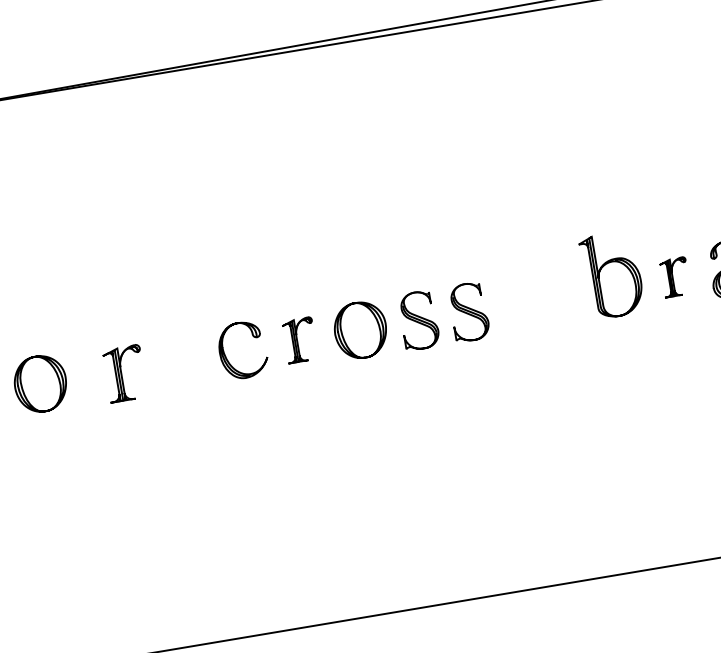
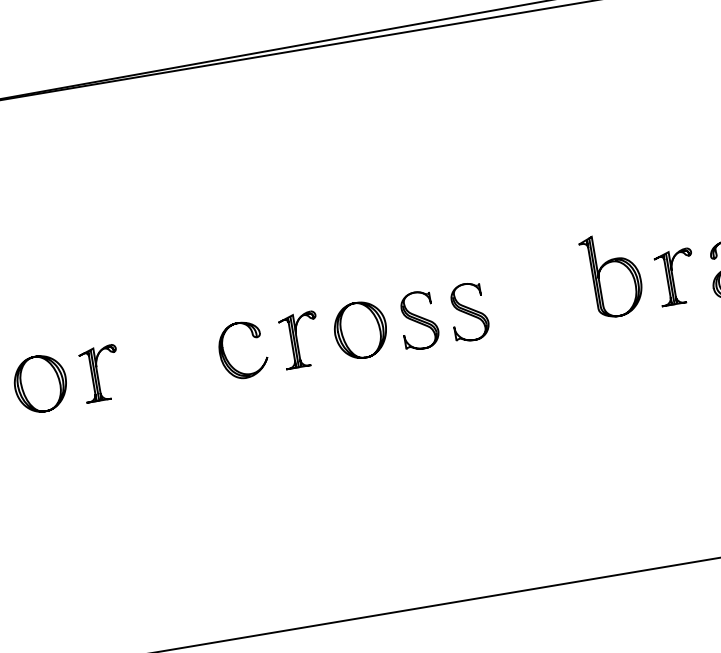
part at (672, 277) size: 28x43 px -> 39x61 px
part at (297, 340) size: 31x49 px -> 39x61 px
part at (121, 373) position: (121, 373) -> (97, 373)
